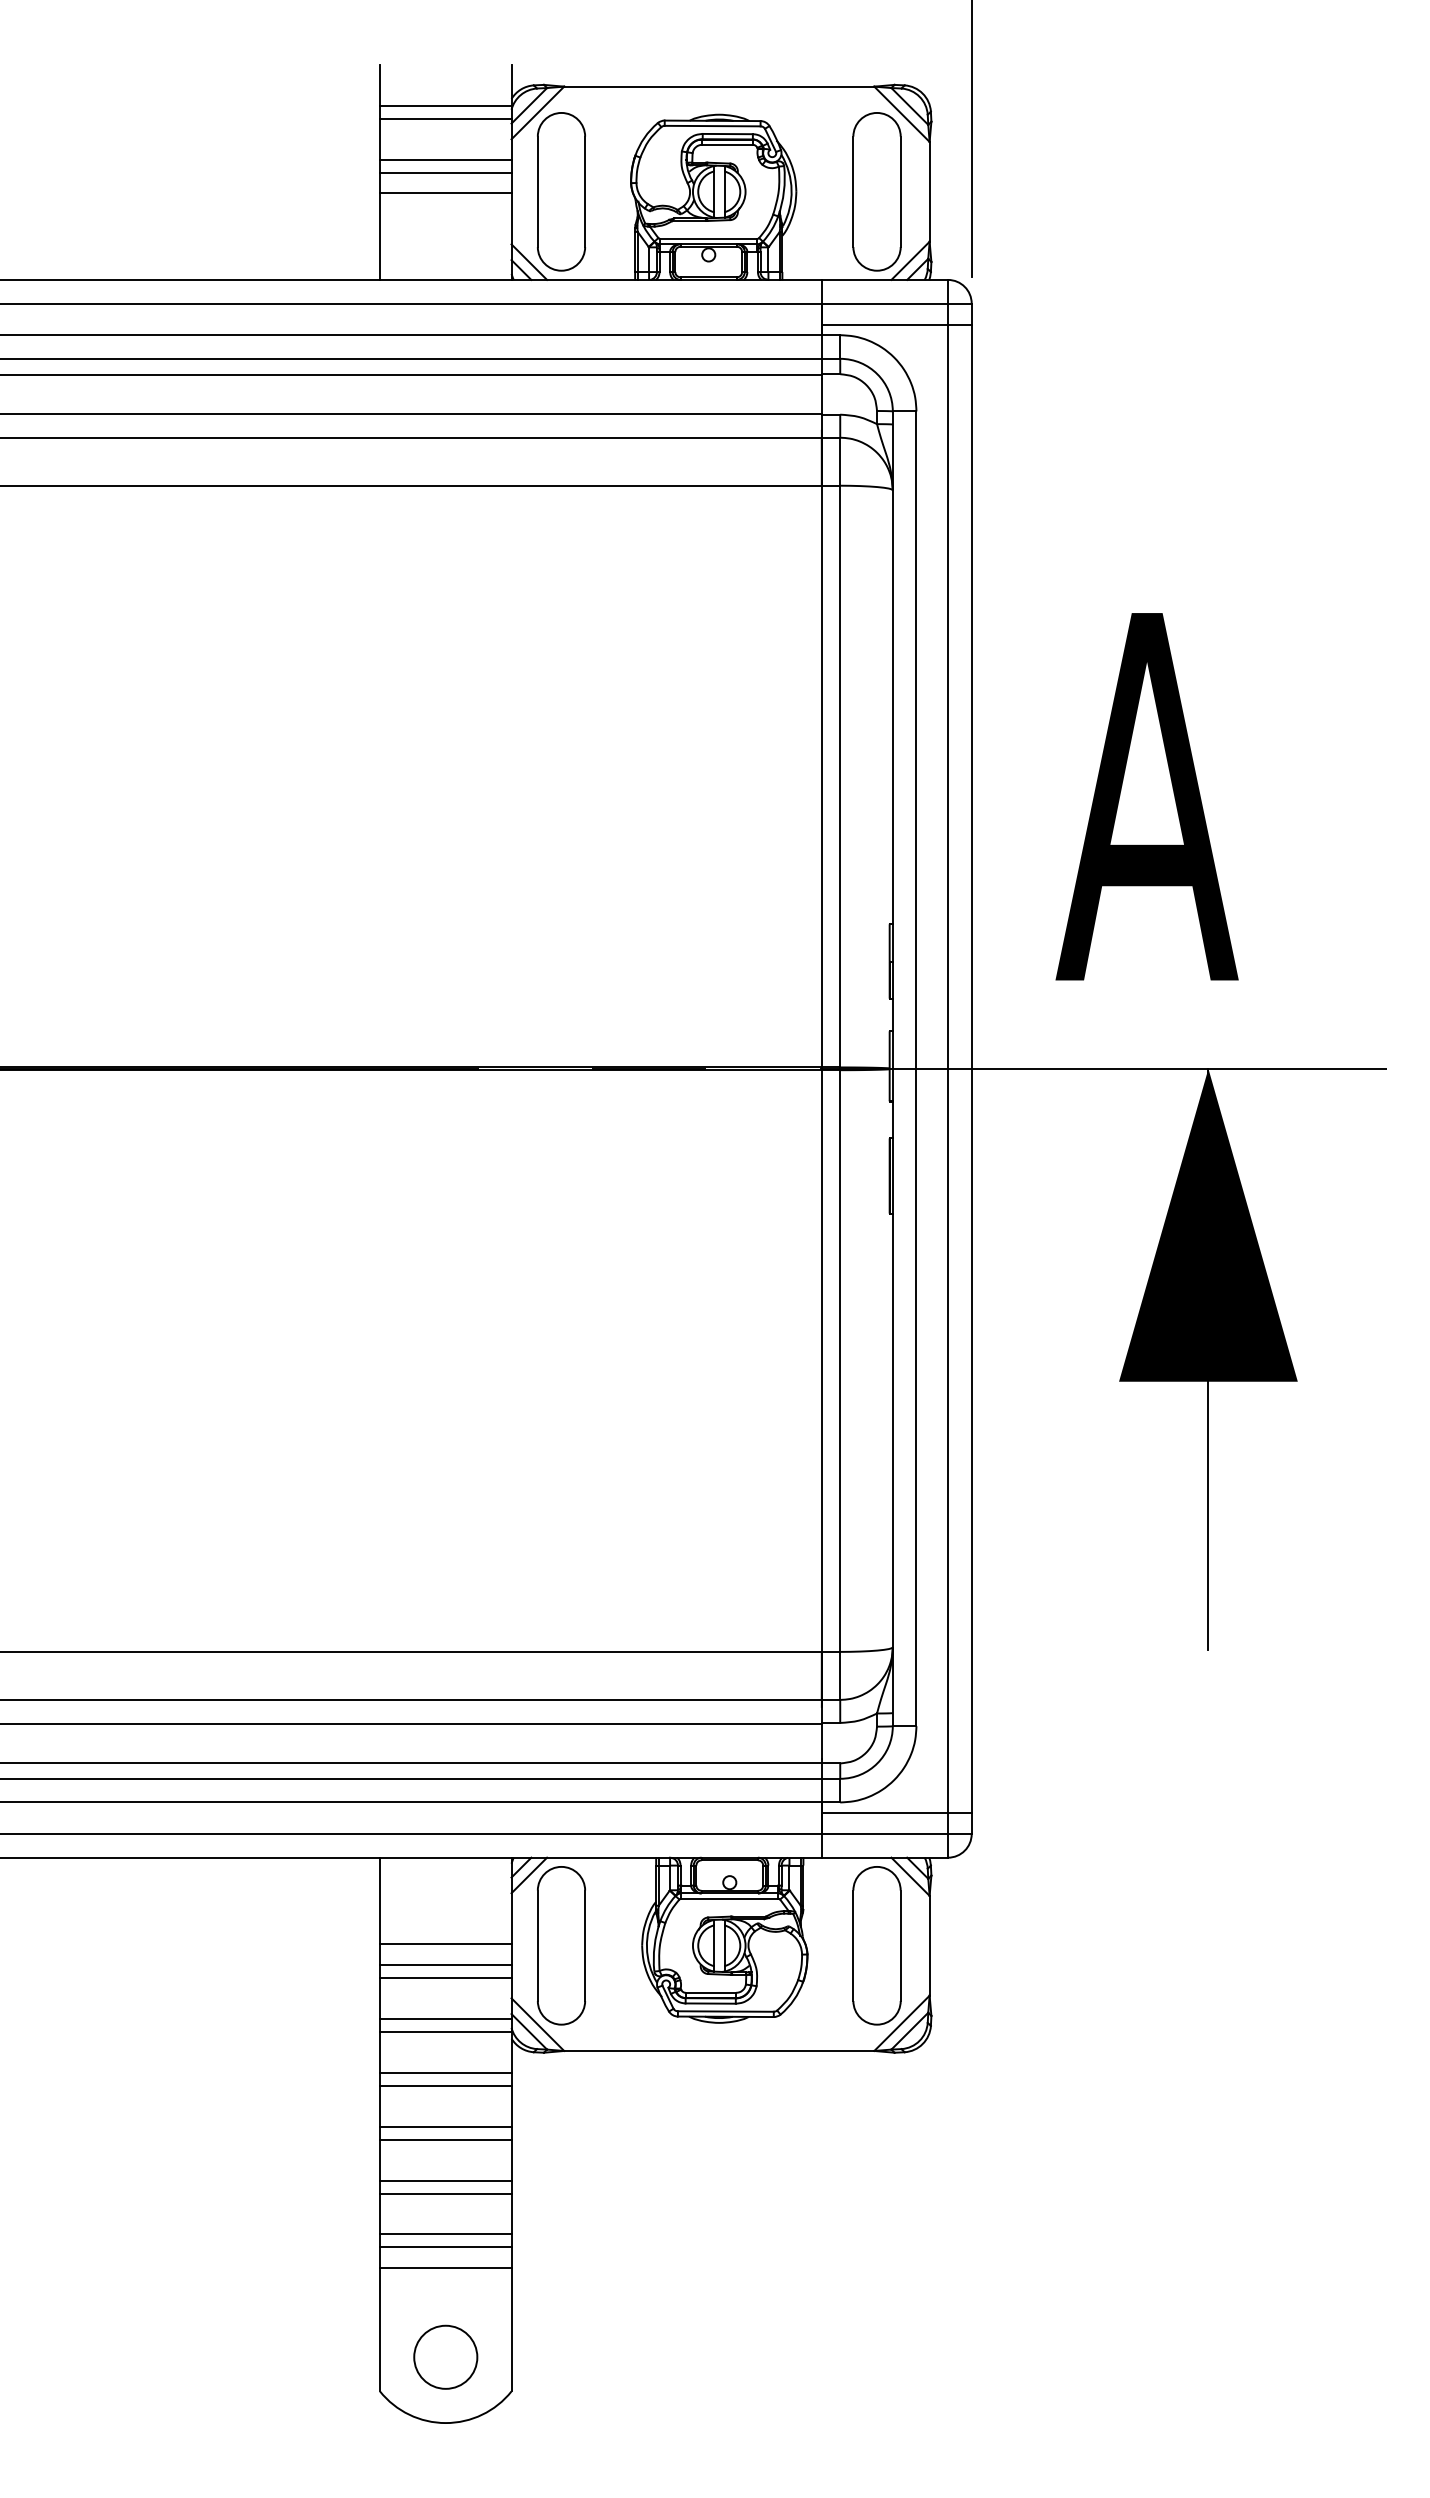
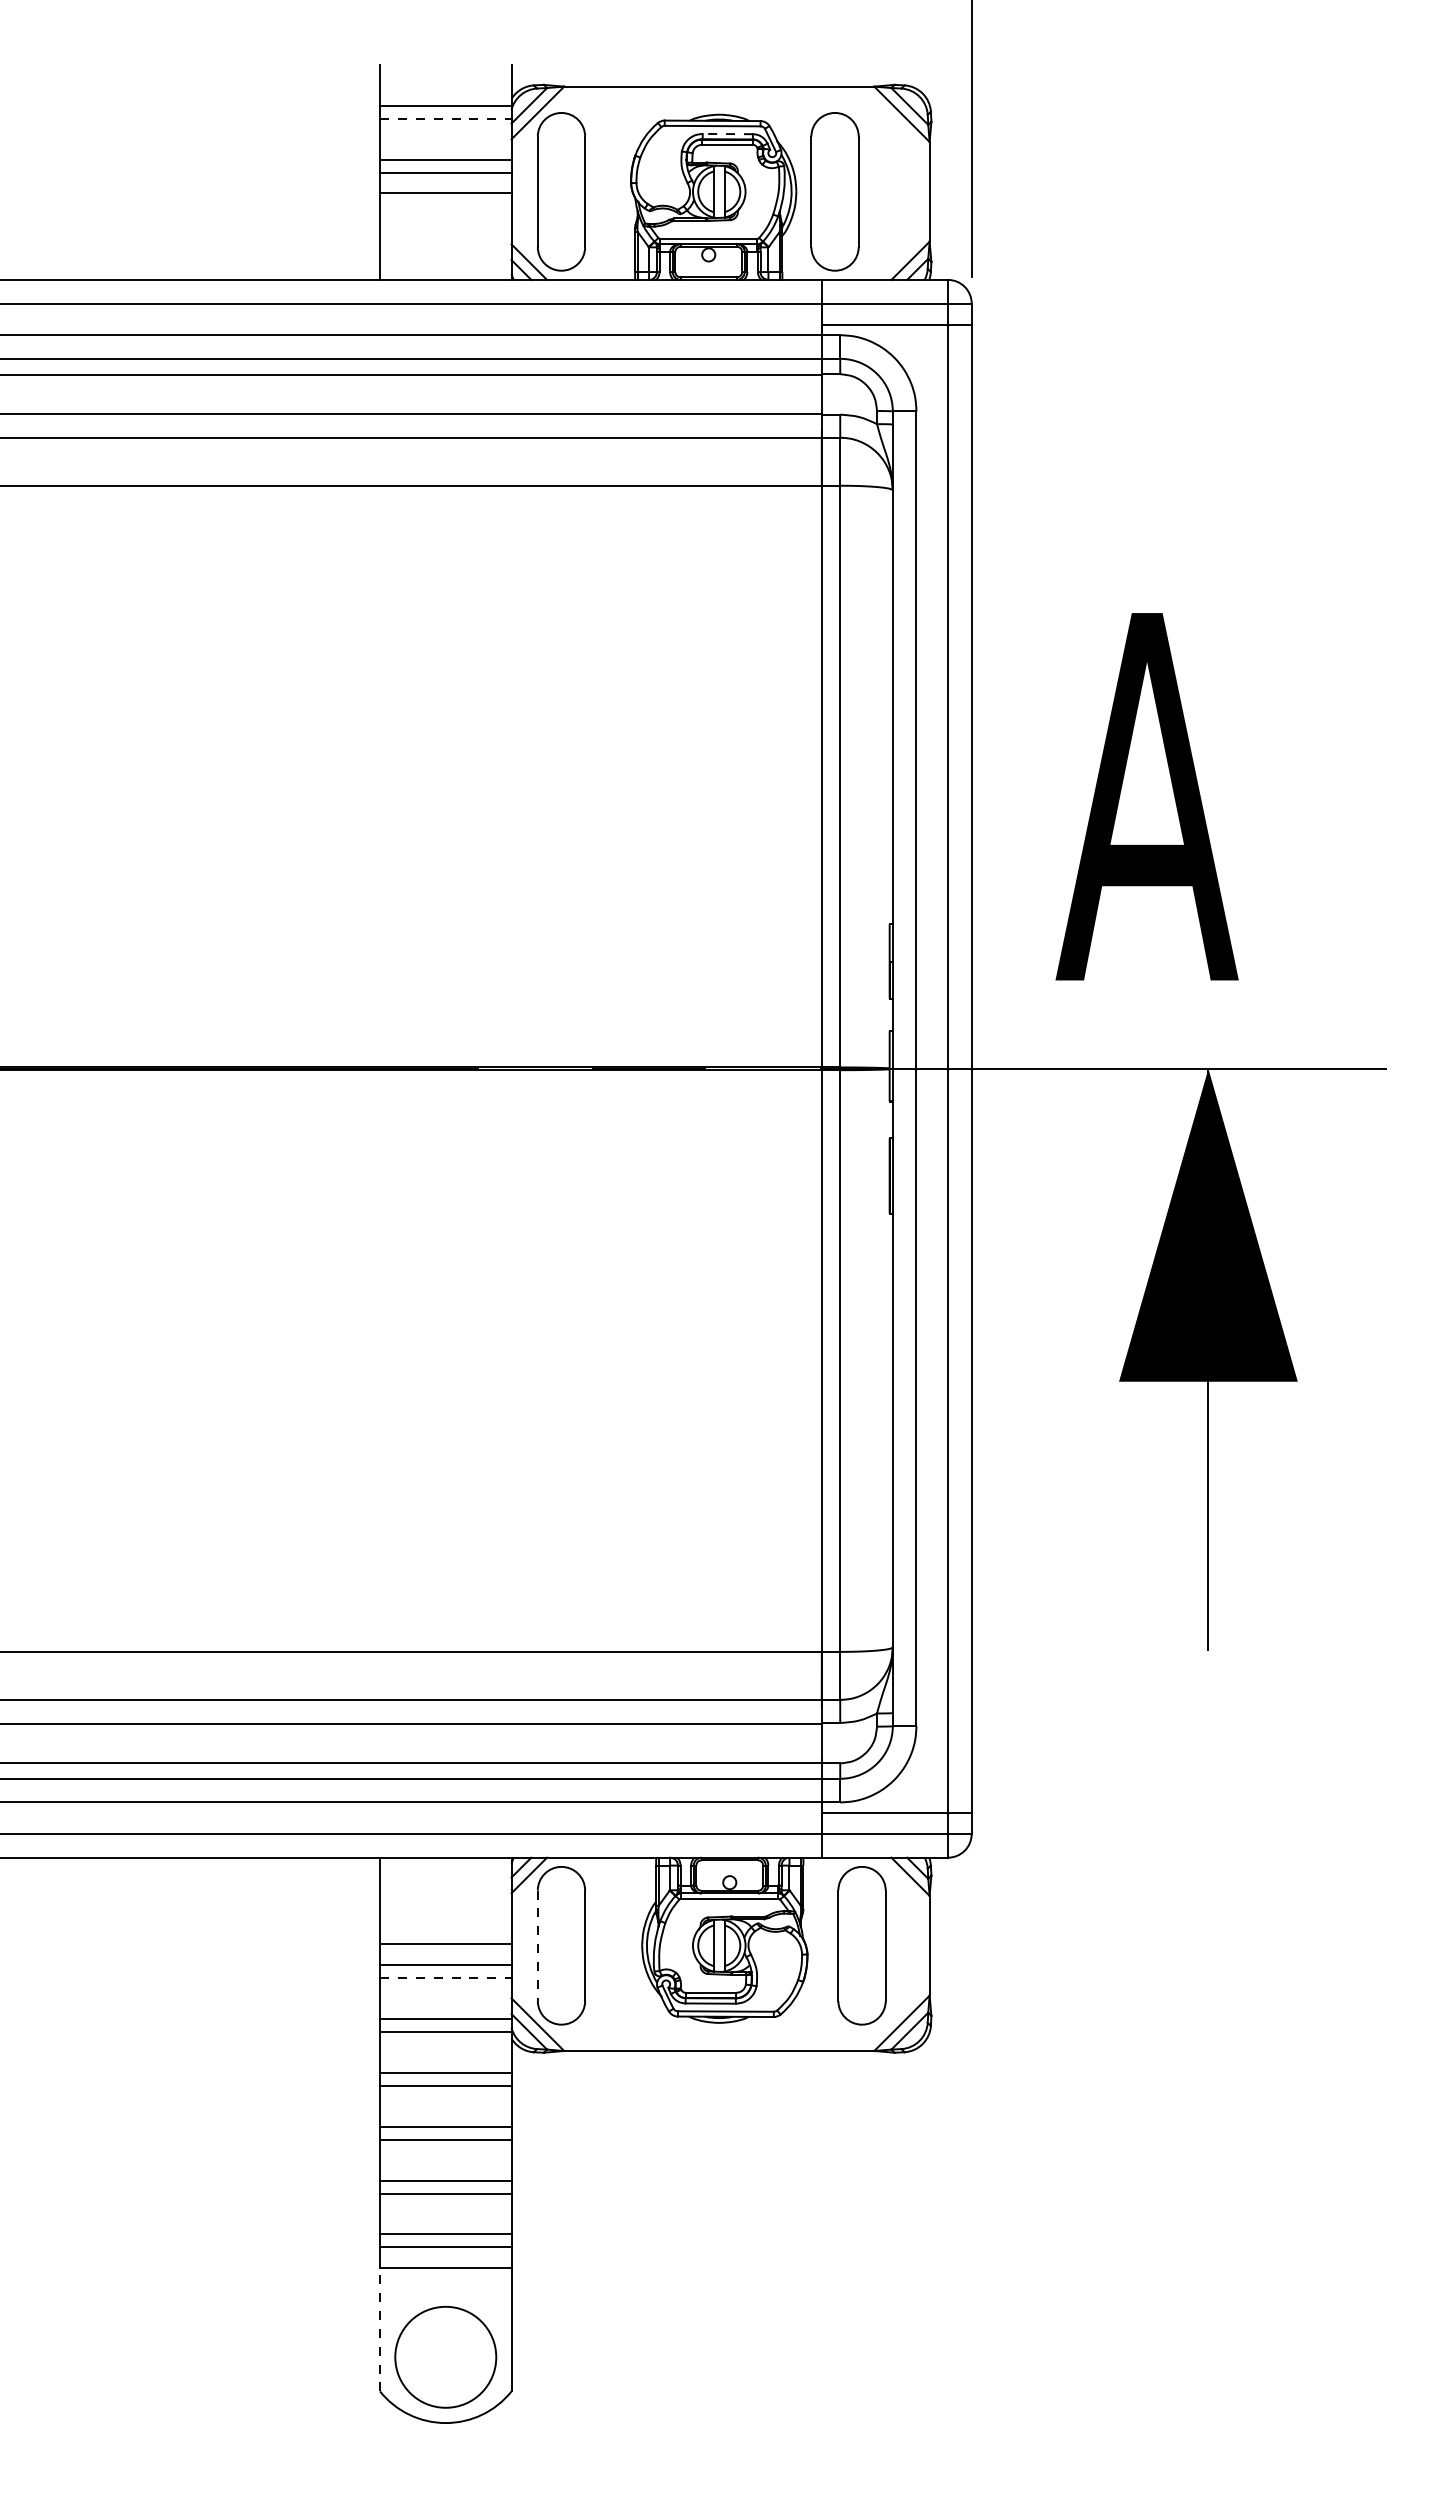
line at (445, 118): solid -> dashed
line at (727, 134): solid -> dashed
part at (876, 191) position: (876, 191) -> (834, 191)
part at (876, 1945) position: (876, 1945) -> (861, 1945)
line at (537, 1946): solid -> dashed
line at (445, 1977): solid -> dashed
line at (380, 2329): solid -> dashed
circle at (445, 2356) diameter: 63 px -> 101 px
